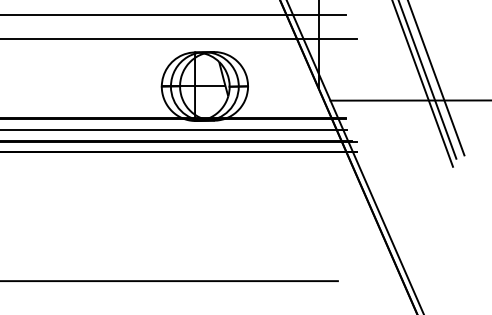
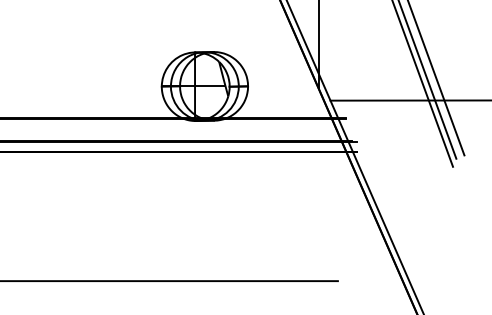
line at (174, 15): present -> none
line at (179, 39): present -> none
line at (174, 130): present -> none
